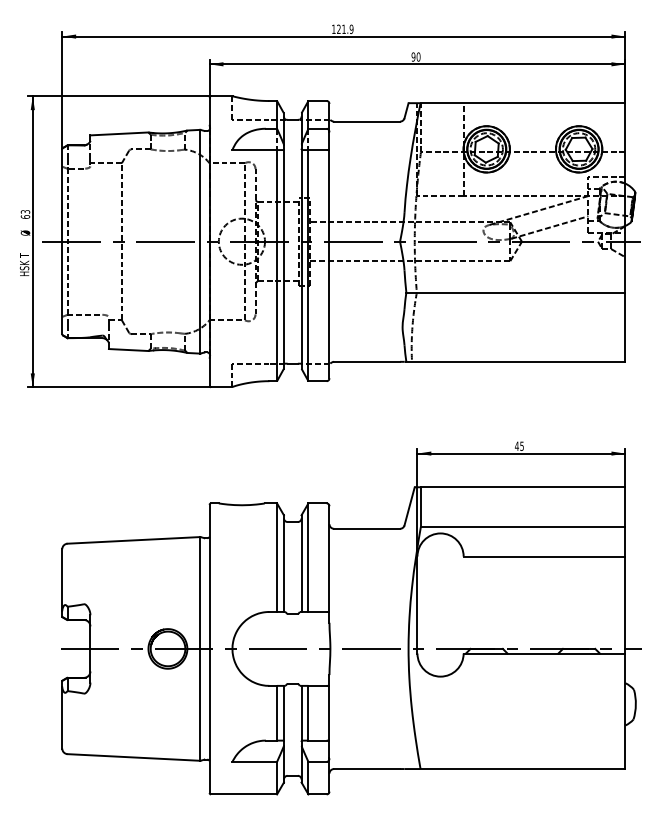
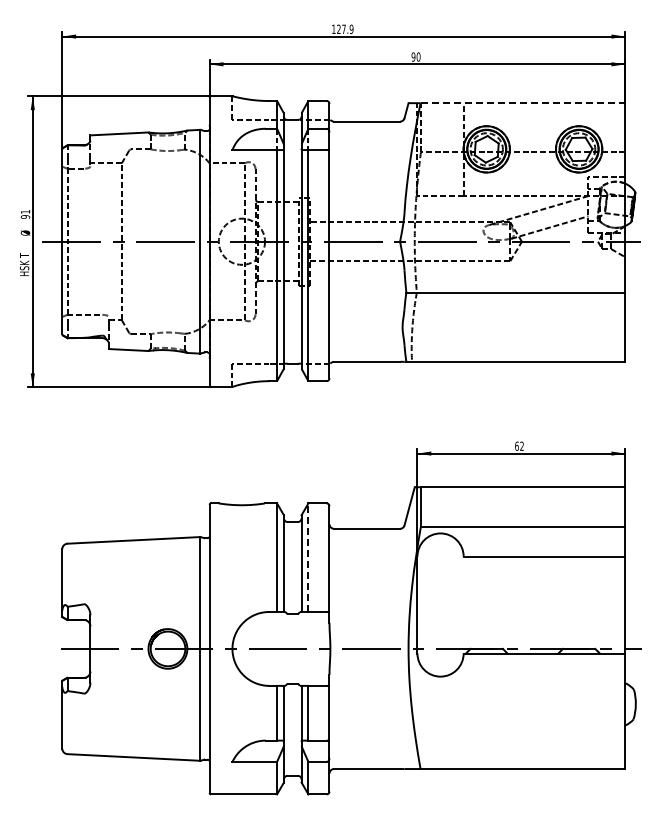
text at (343, 28): 121.9 -> 127.9
line at (523, 103): solid -> dashed
text at (25, 214): 63 -> 91
text at (519, 445): 45 -> 62
line at (308, 557): solid -> dashed
